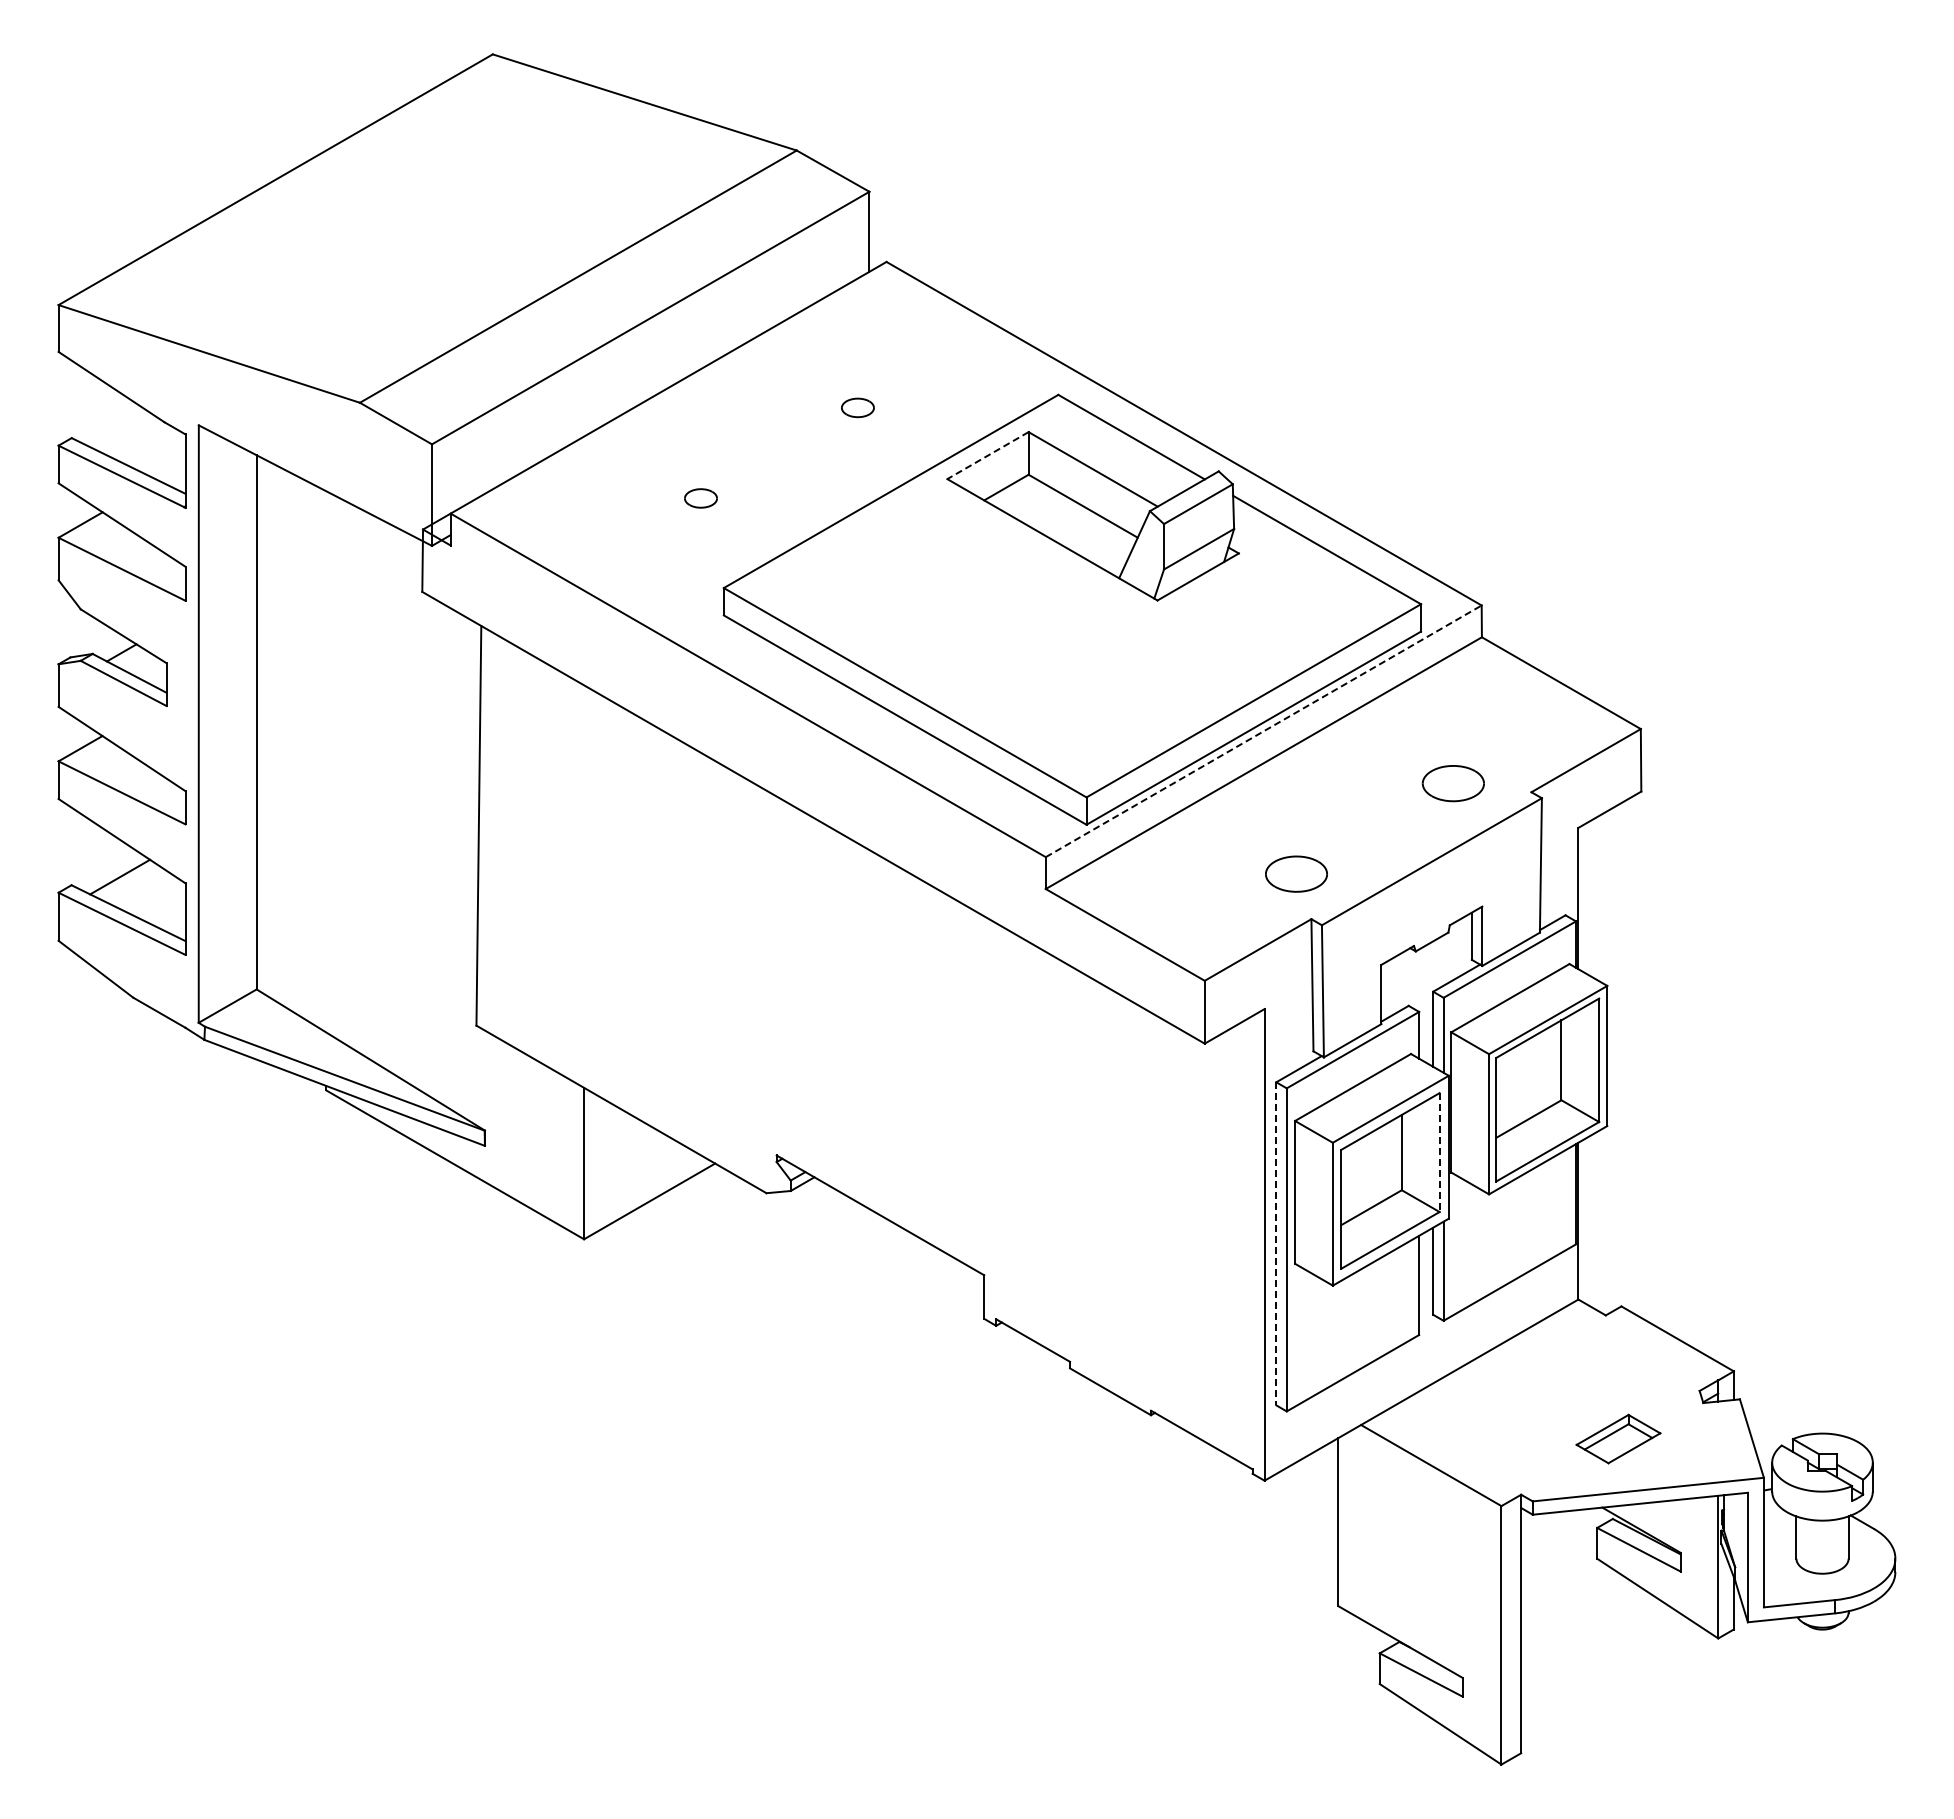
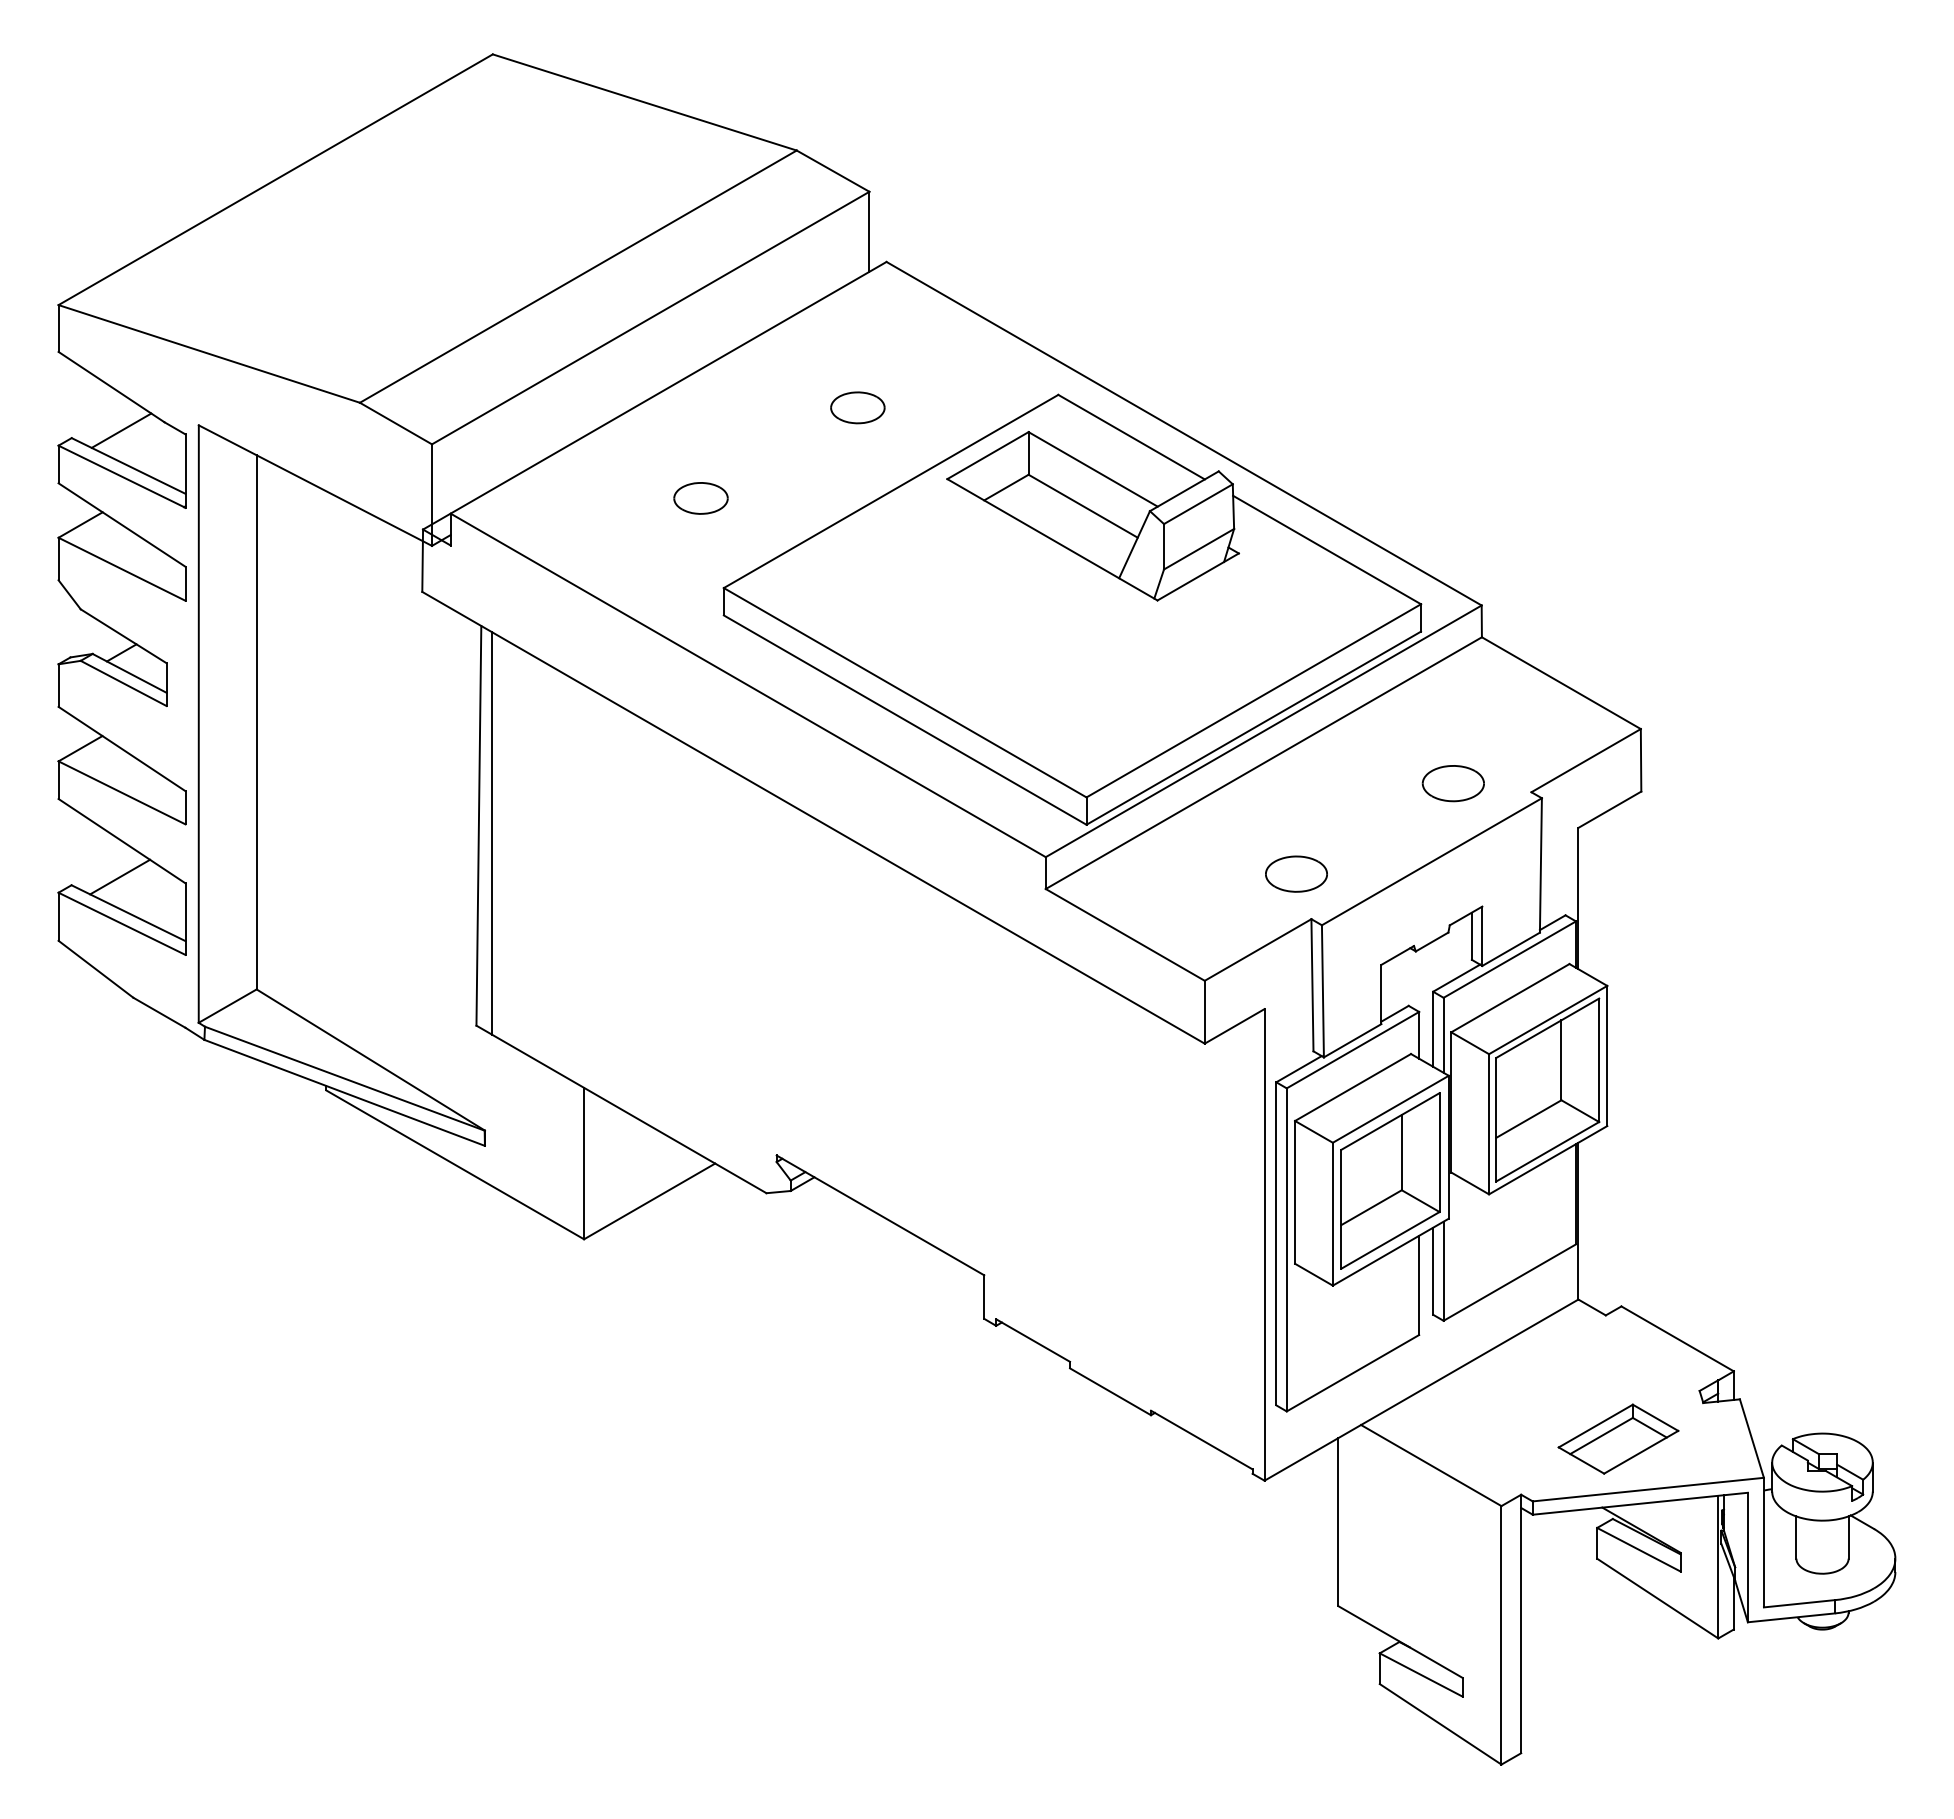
part at (857, 407) size: 34x22 px -> 56x34 px
line at (121, 430): none -> present
line at (987, 455): dashed -> solid
part at (700, 498) size: 34x21 px -> 56x33 px
line at (1263, 731): dashed -> solid
line at (491, 833): none -> present
line at (1439, 1153): dashed -> solid
line at (1276, 1243): dashed -> solid
part at (1618, 1438) size: 87x52 px -> 123x72 px
